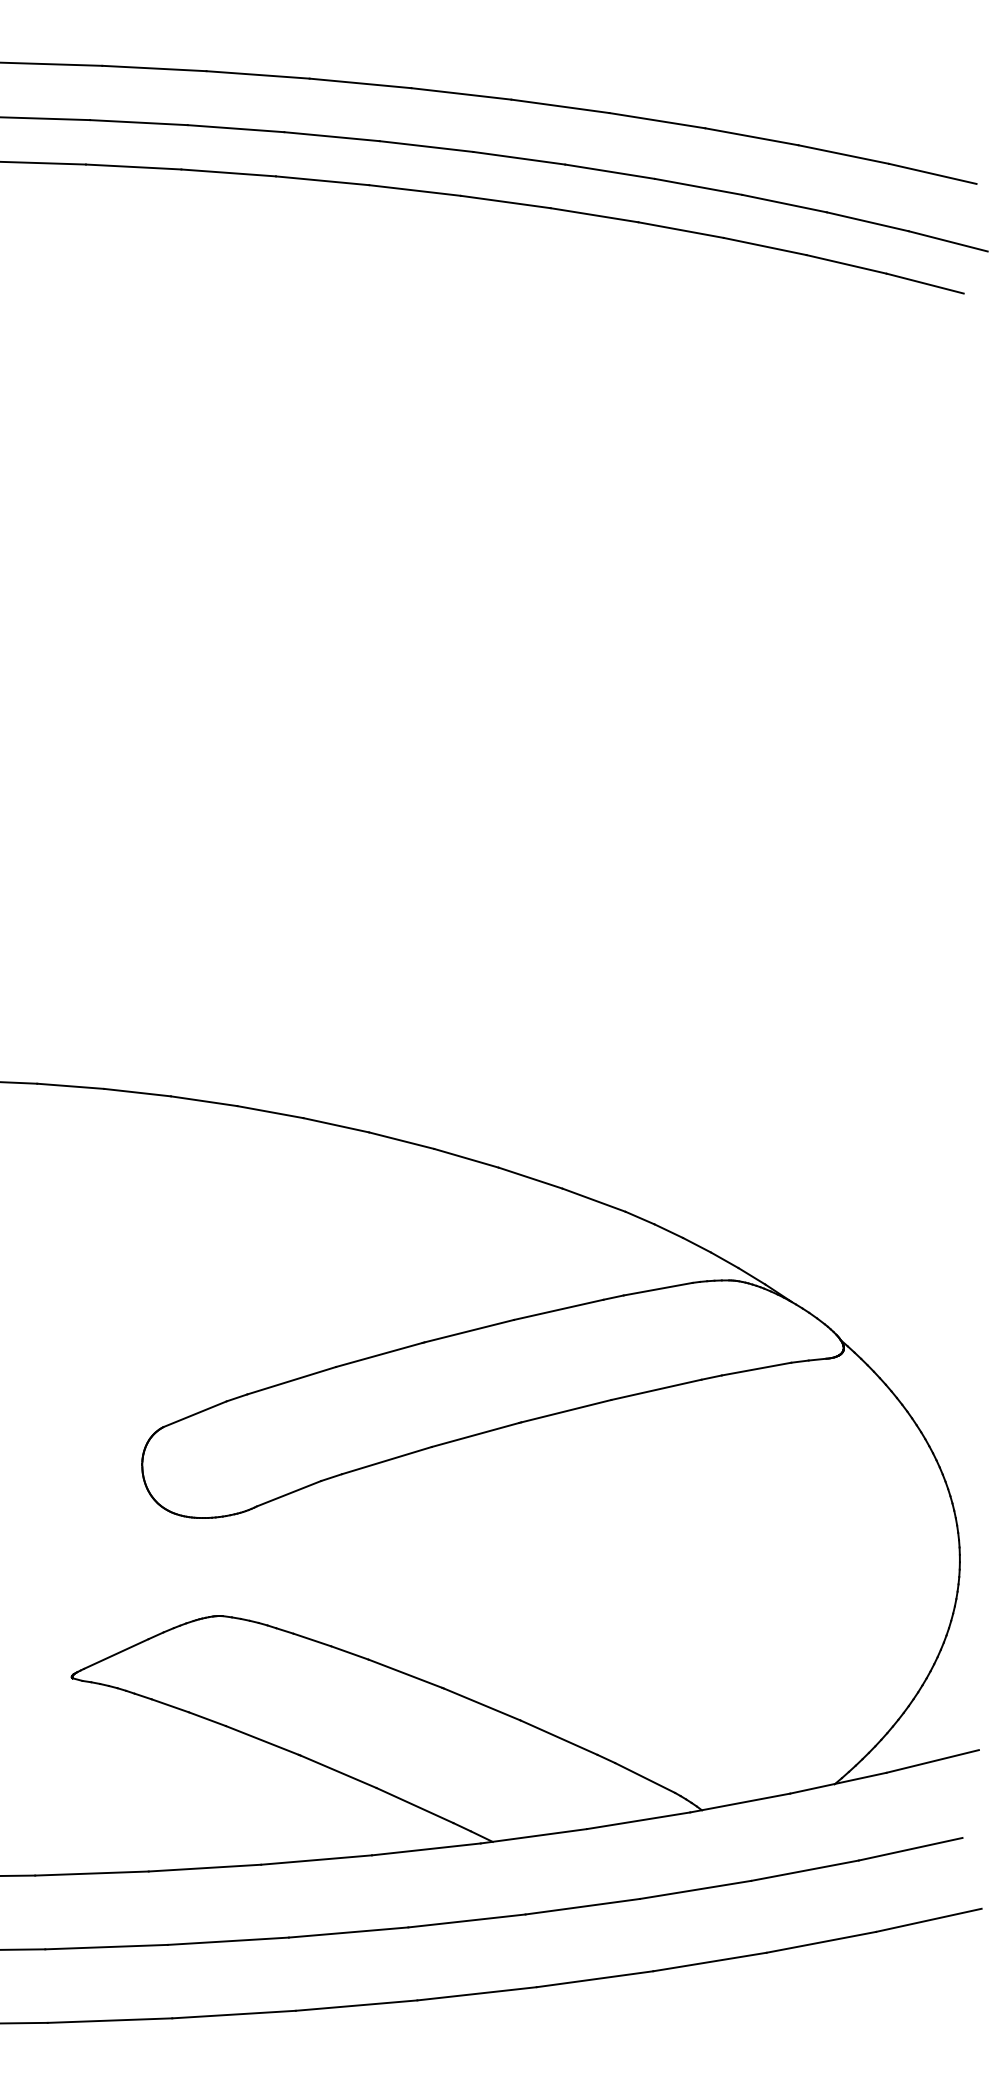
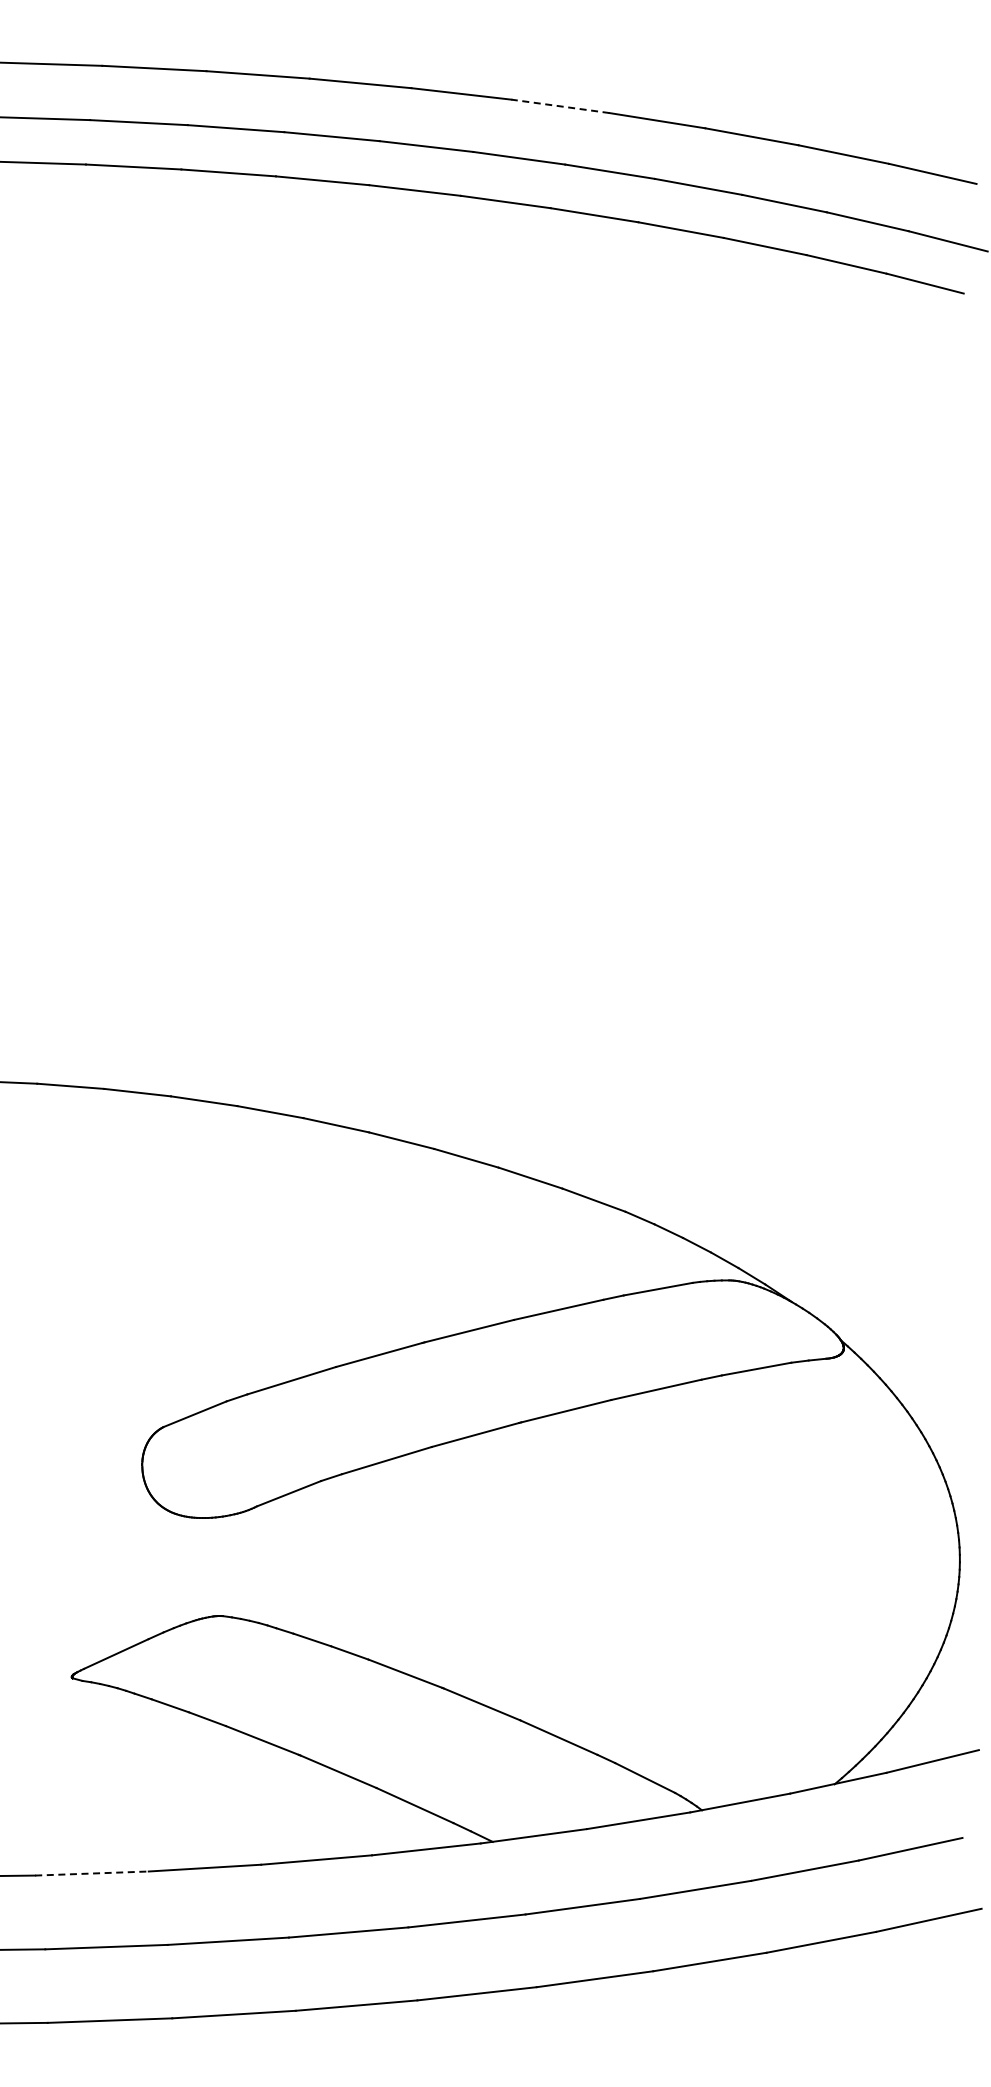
line at (559, 106): solid -> dashed
line at (91, 1873): solid -> dashed
